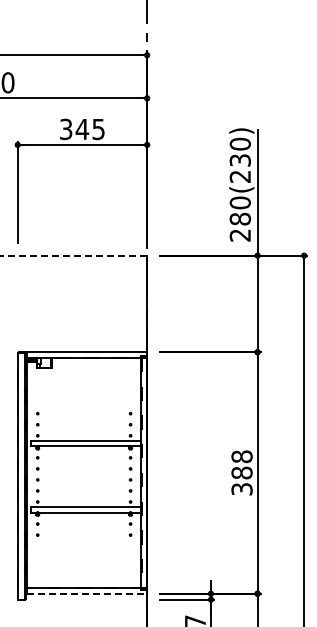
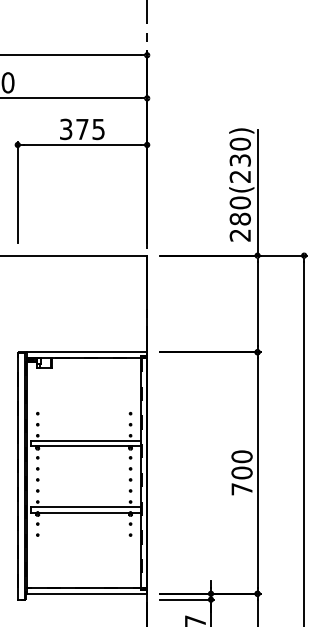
text at (82, 129): 345 -> 375
line at (73, 255): dashed -> solid
text at (241, 472): 388 -> 700
line at (87, 593): dashed -> solid
